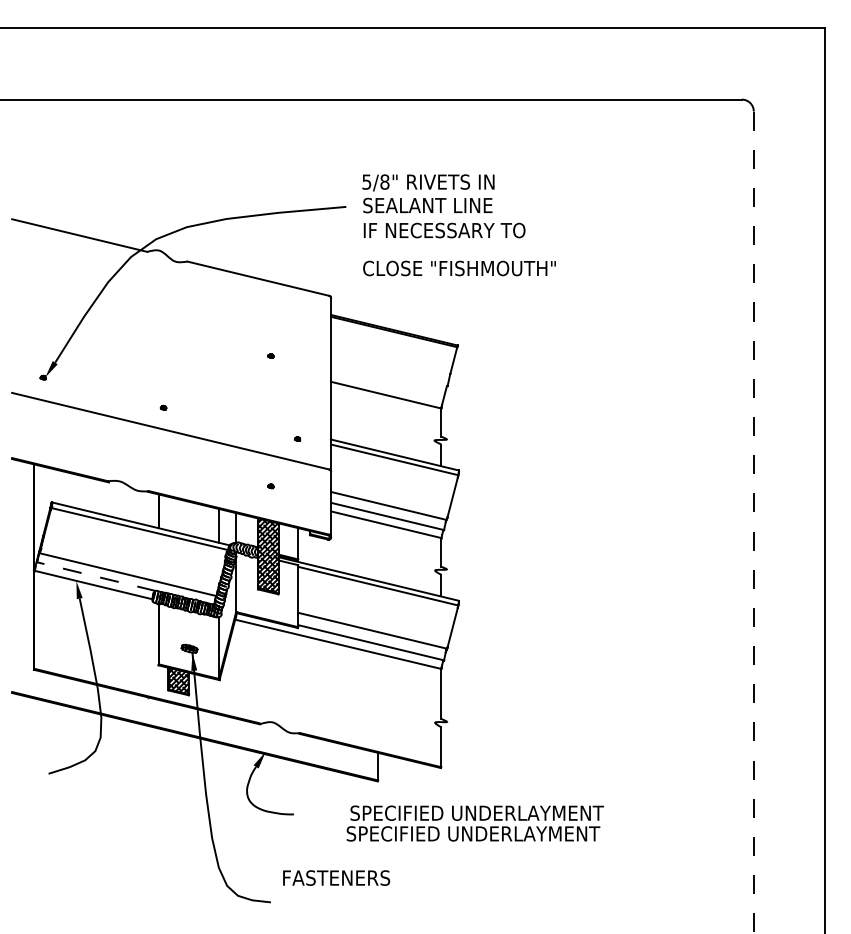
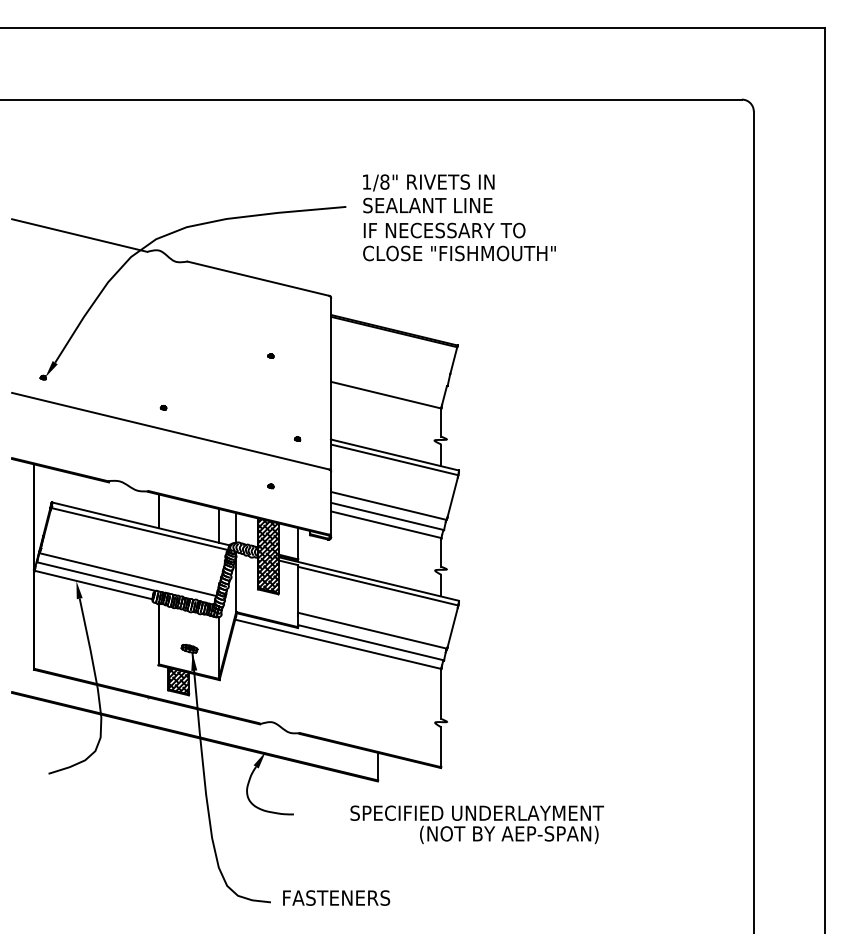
text at (366, 181): 5/8" -> 1/8"
text at (459, 268) position: (459, 268) -> (459, 253)
line at (753, 522): dashed -> solid
line at (95, 576): dashed -> solid
text at (473, 834): SPECIFIED UNDERLAYMENT -> (NOT BY AEP-SPAN)
text at (336, 877) position: (336, 877) -> (336, 897)
